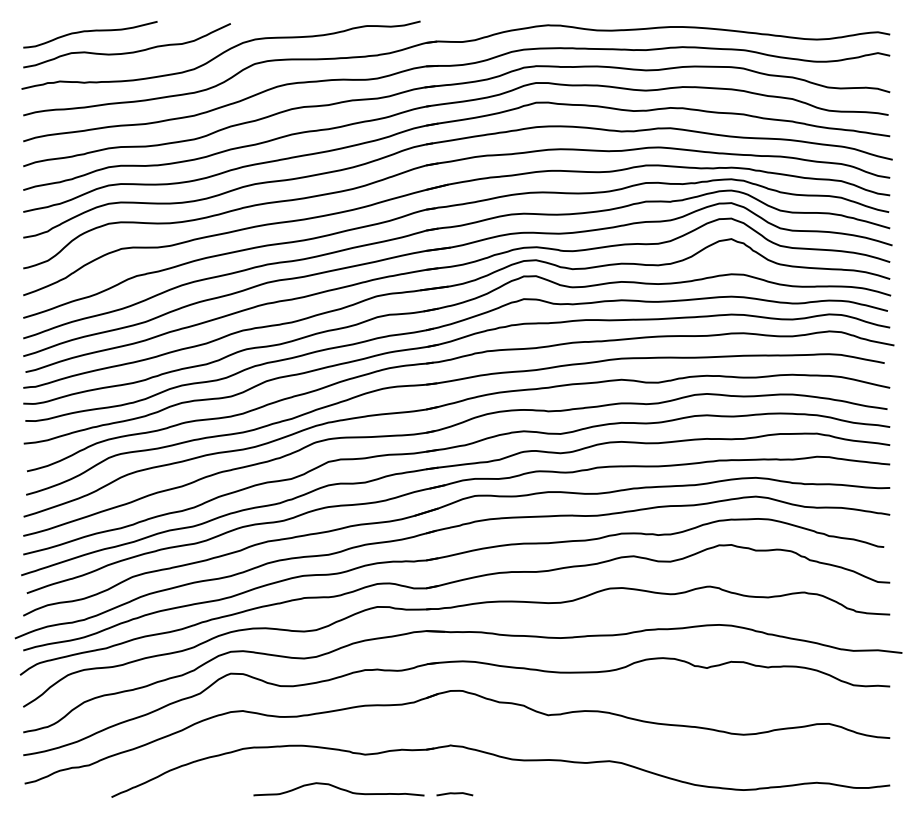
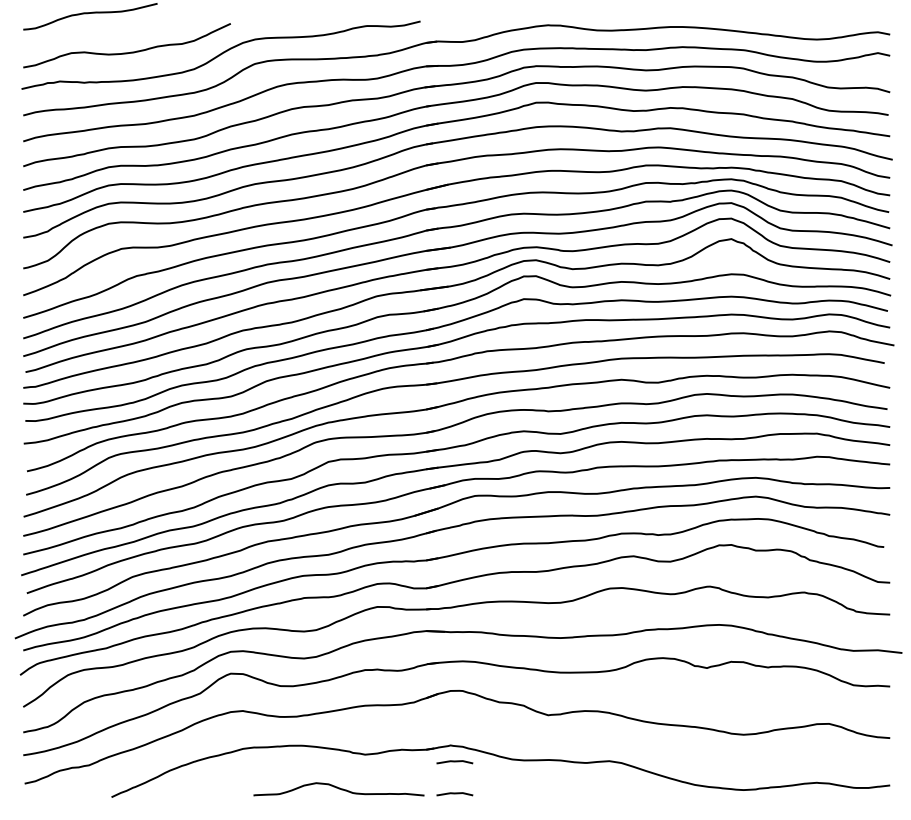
curve at (90, 31) position: (90, 31) -> (90, 13)
curve at (454, 762): none -> present
